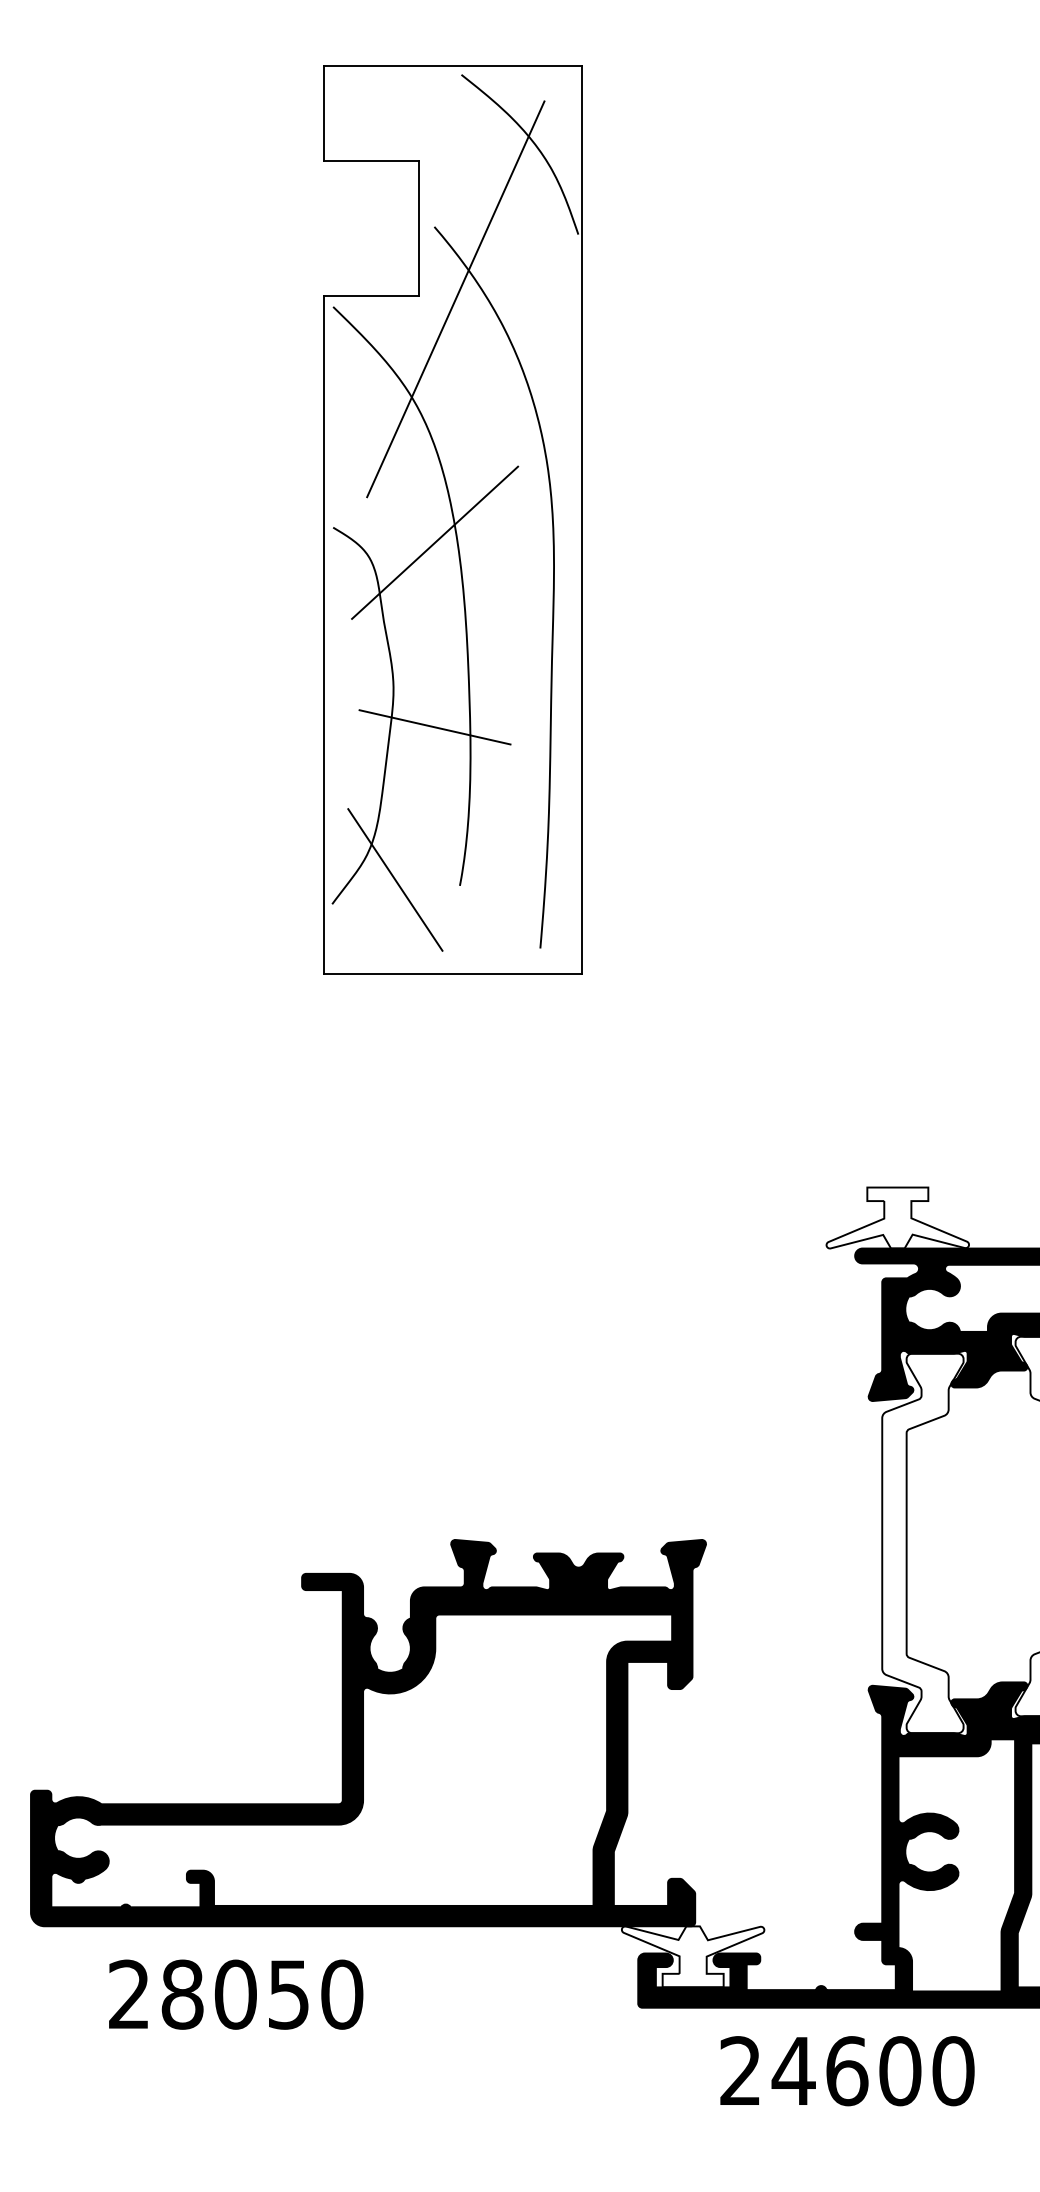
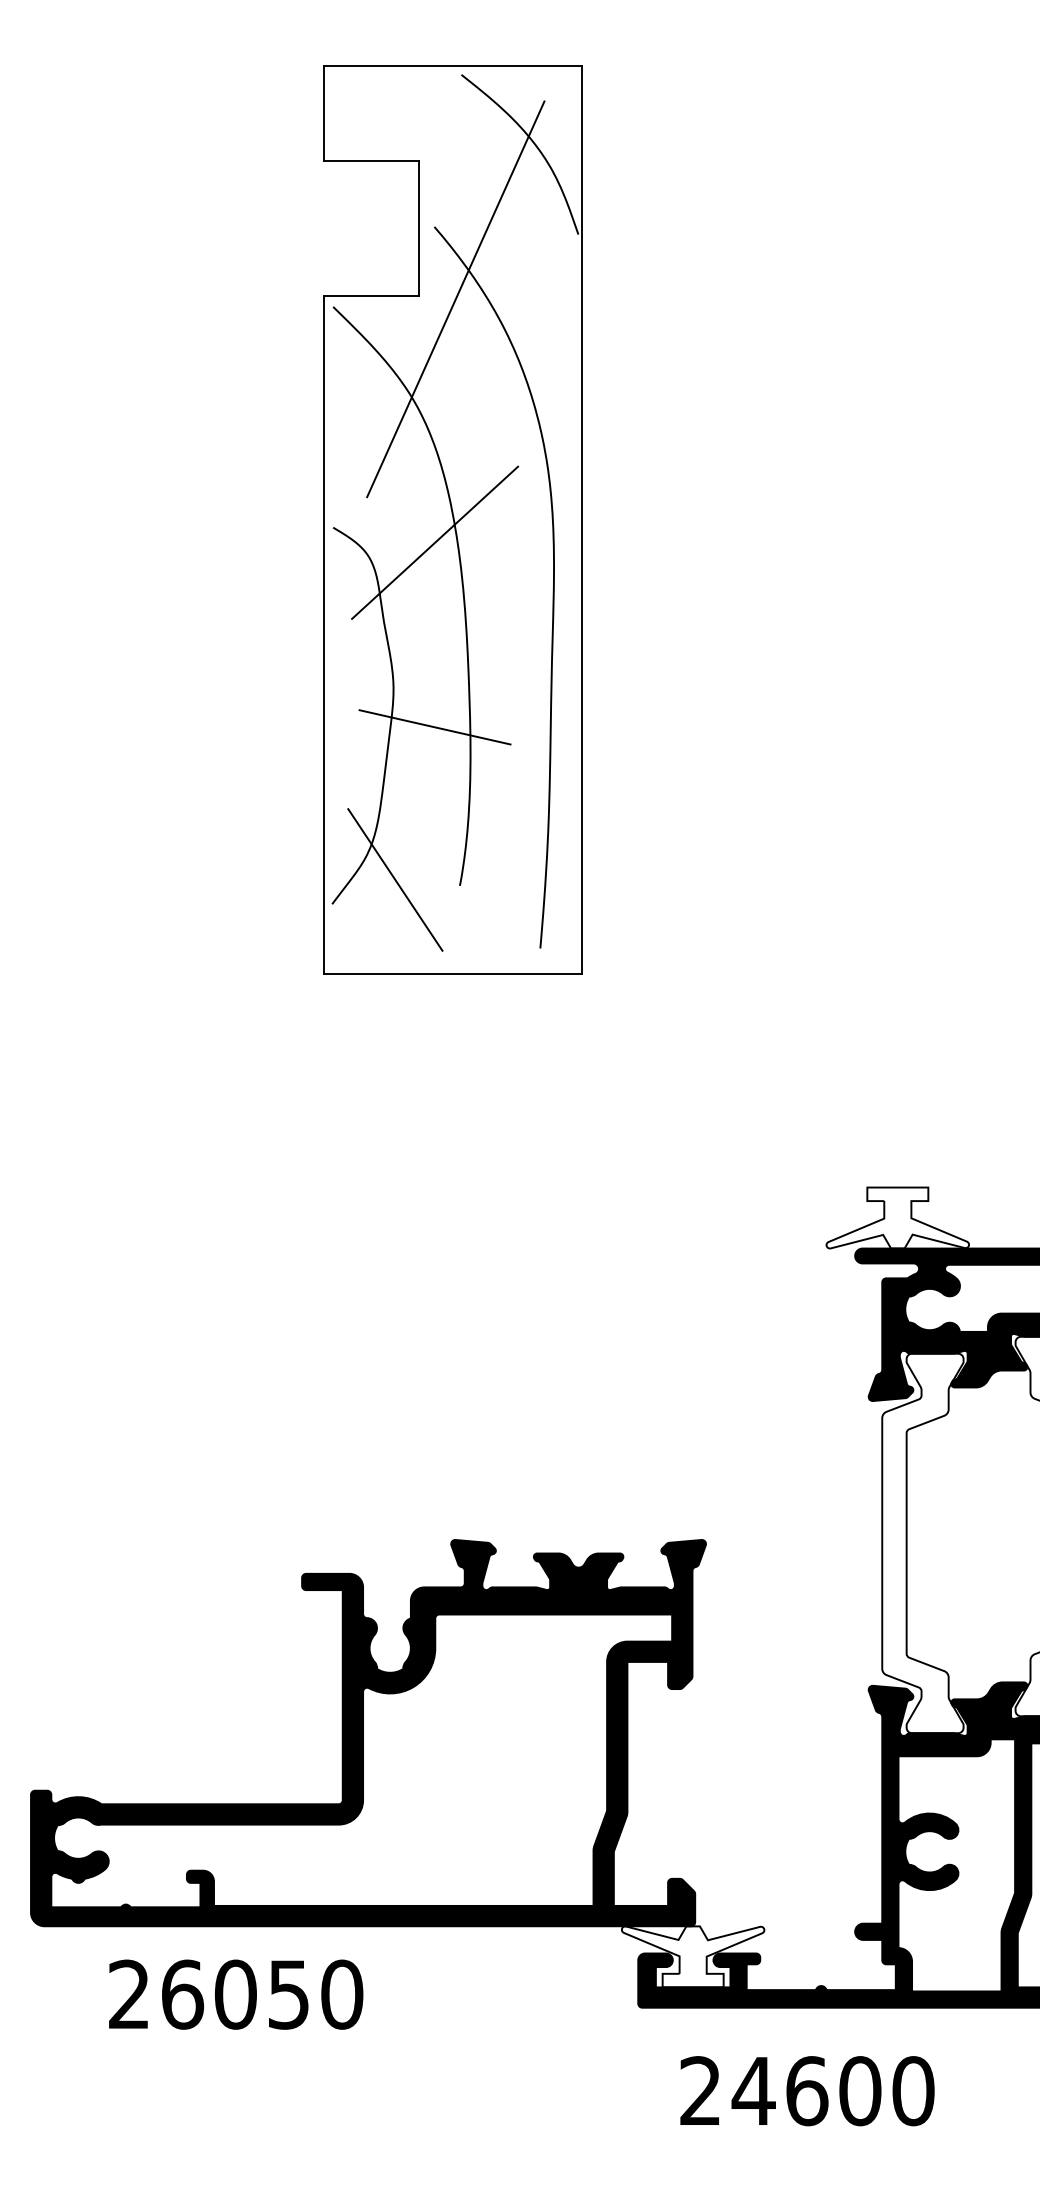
text at (182, 1994): 28050 -> 26050
text at (847, 2071) position: (847, 2071) -> (807, 2091)
